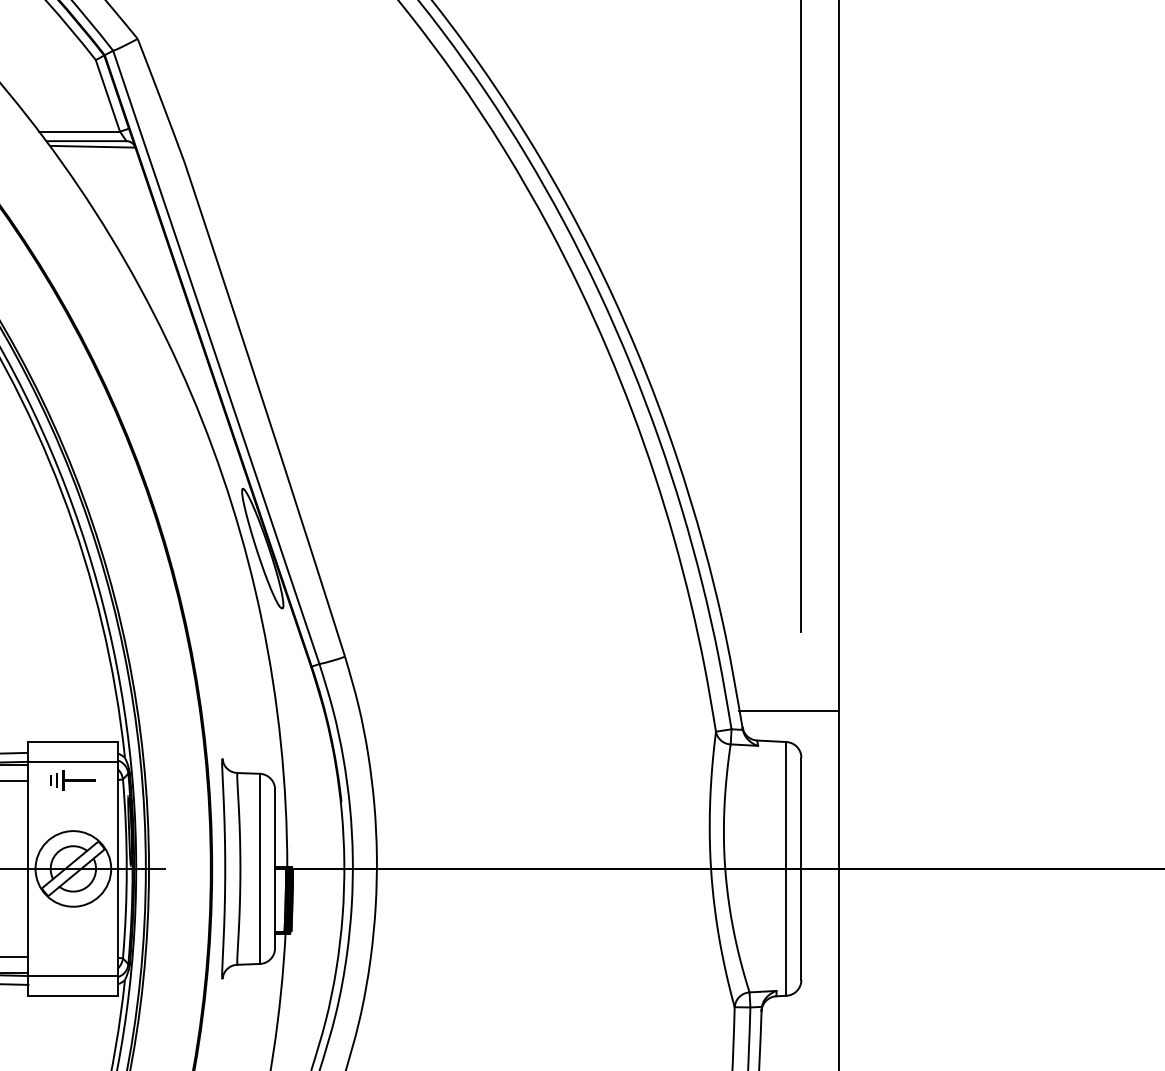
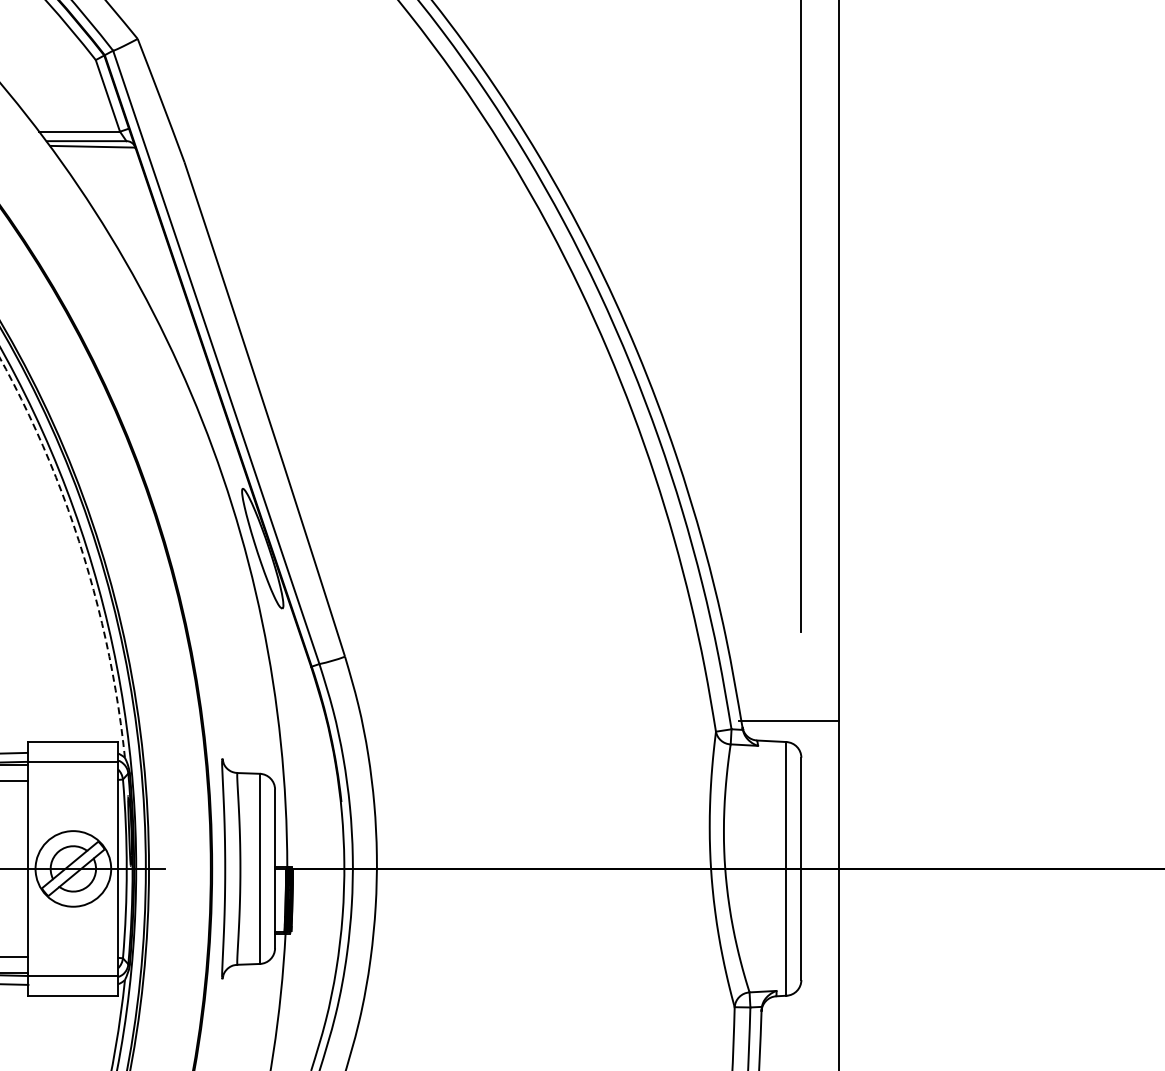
arc at (82, 552): solid -> dashed
line at (789, 711) position: (789, 711) -> (789, 721)
part at (72, 780): present -> none
